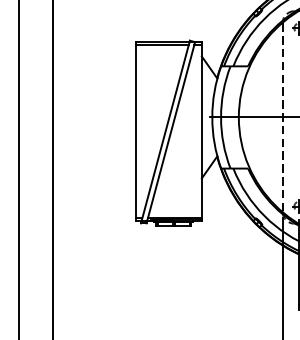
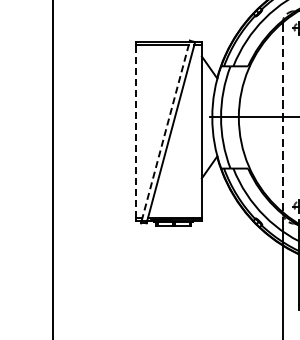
line at (135, 131): solid -> dashed
line at (165, 131): solid -> dashed
line at (19, 169): present -> none
